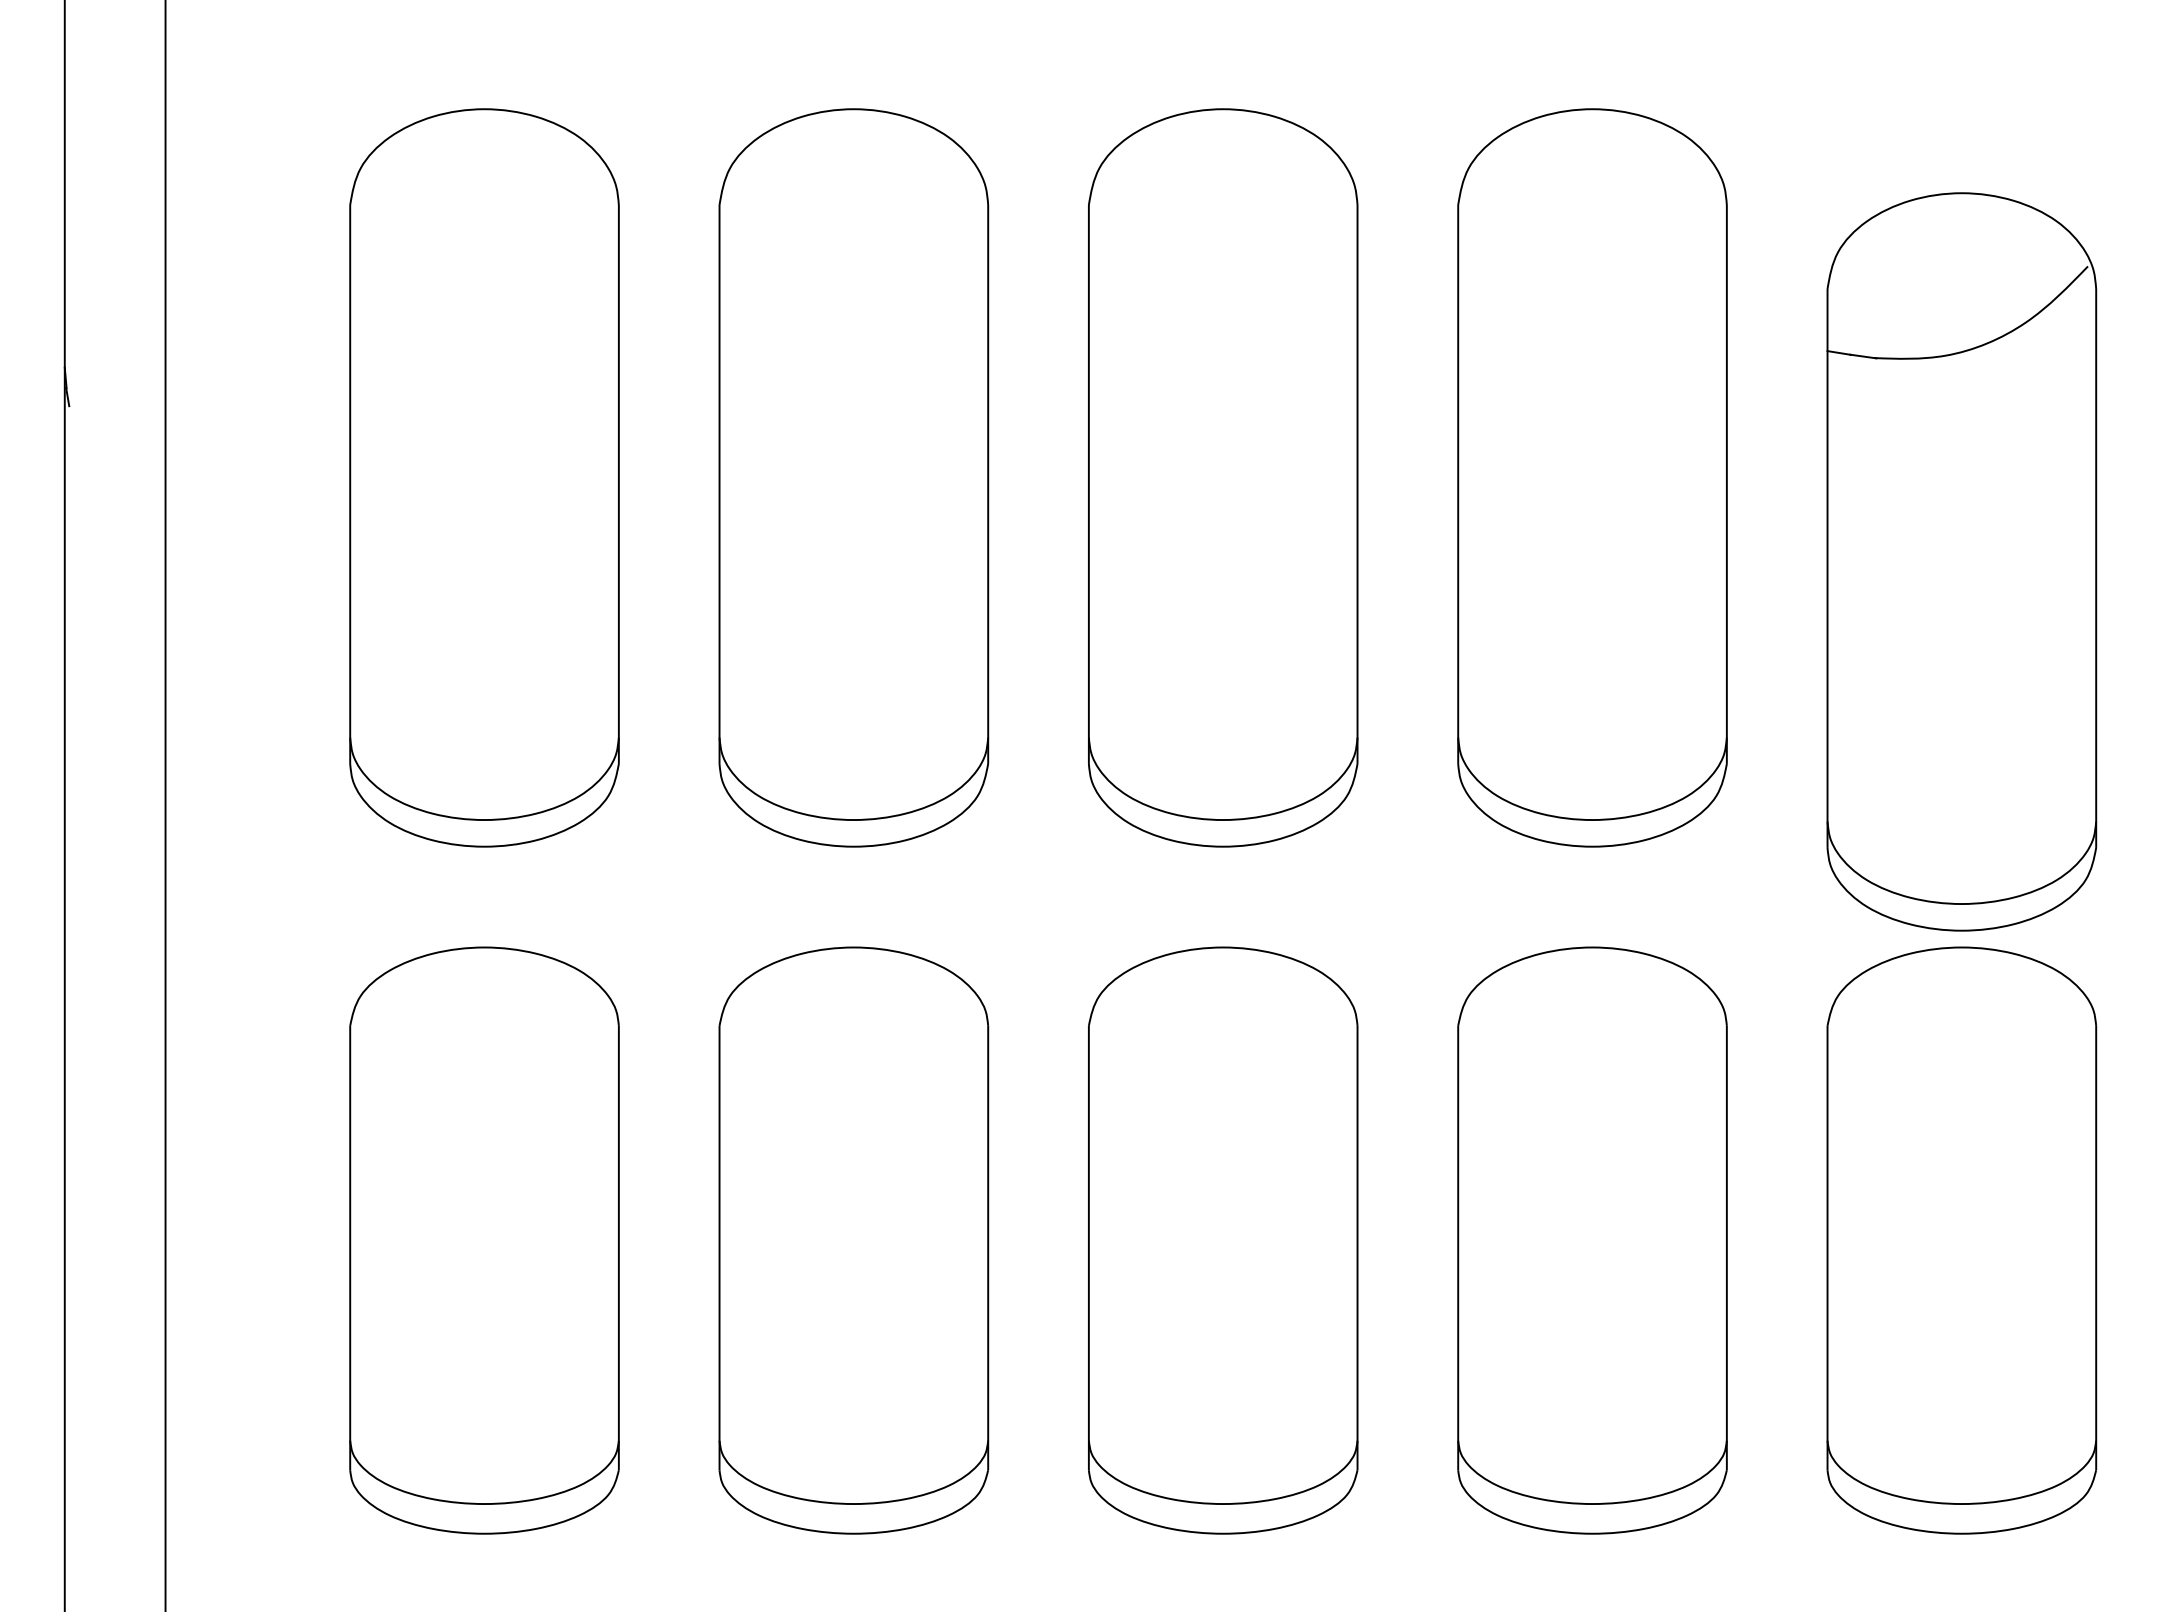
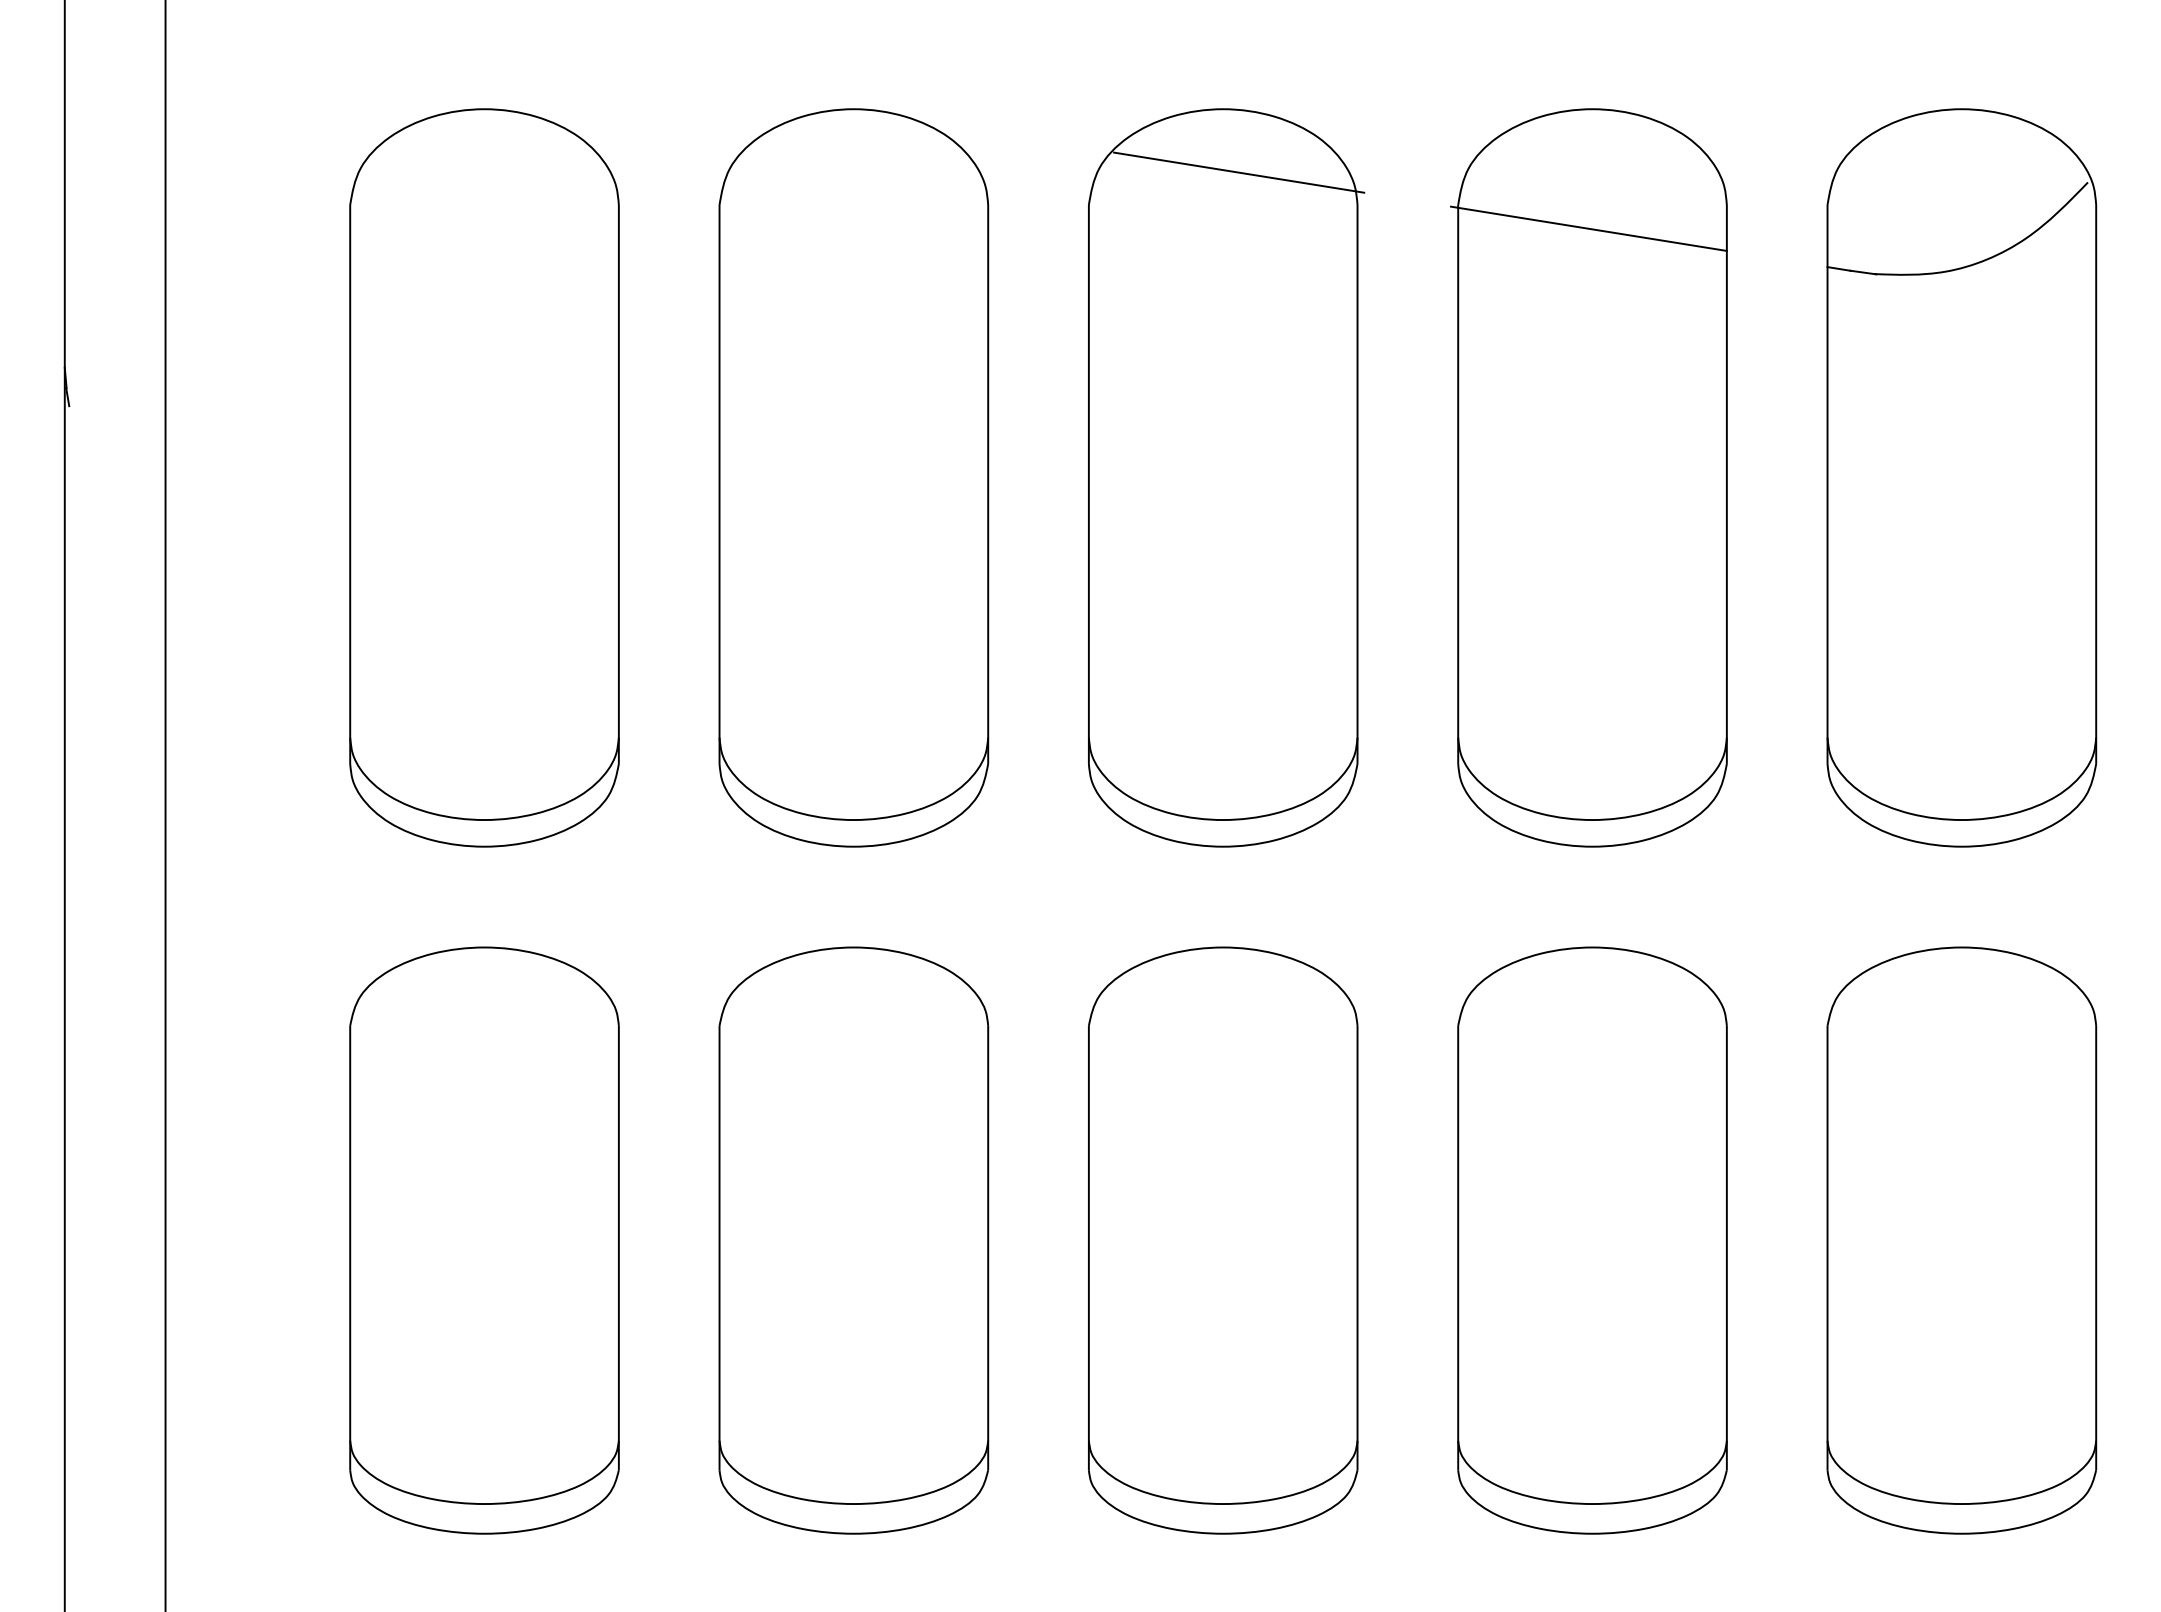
line at (1239, 172): none -> present
line at (1588, 228): none -> present
part at (1961, 561) position: (1961, 561) -> (1961, 477)
